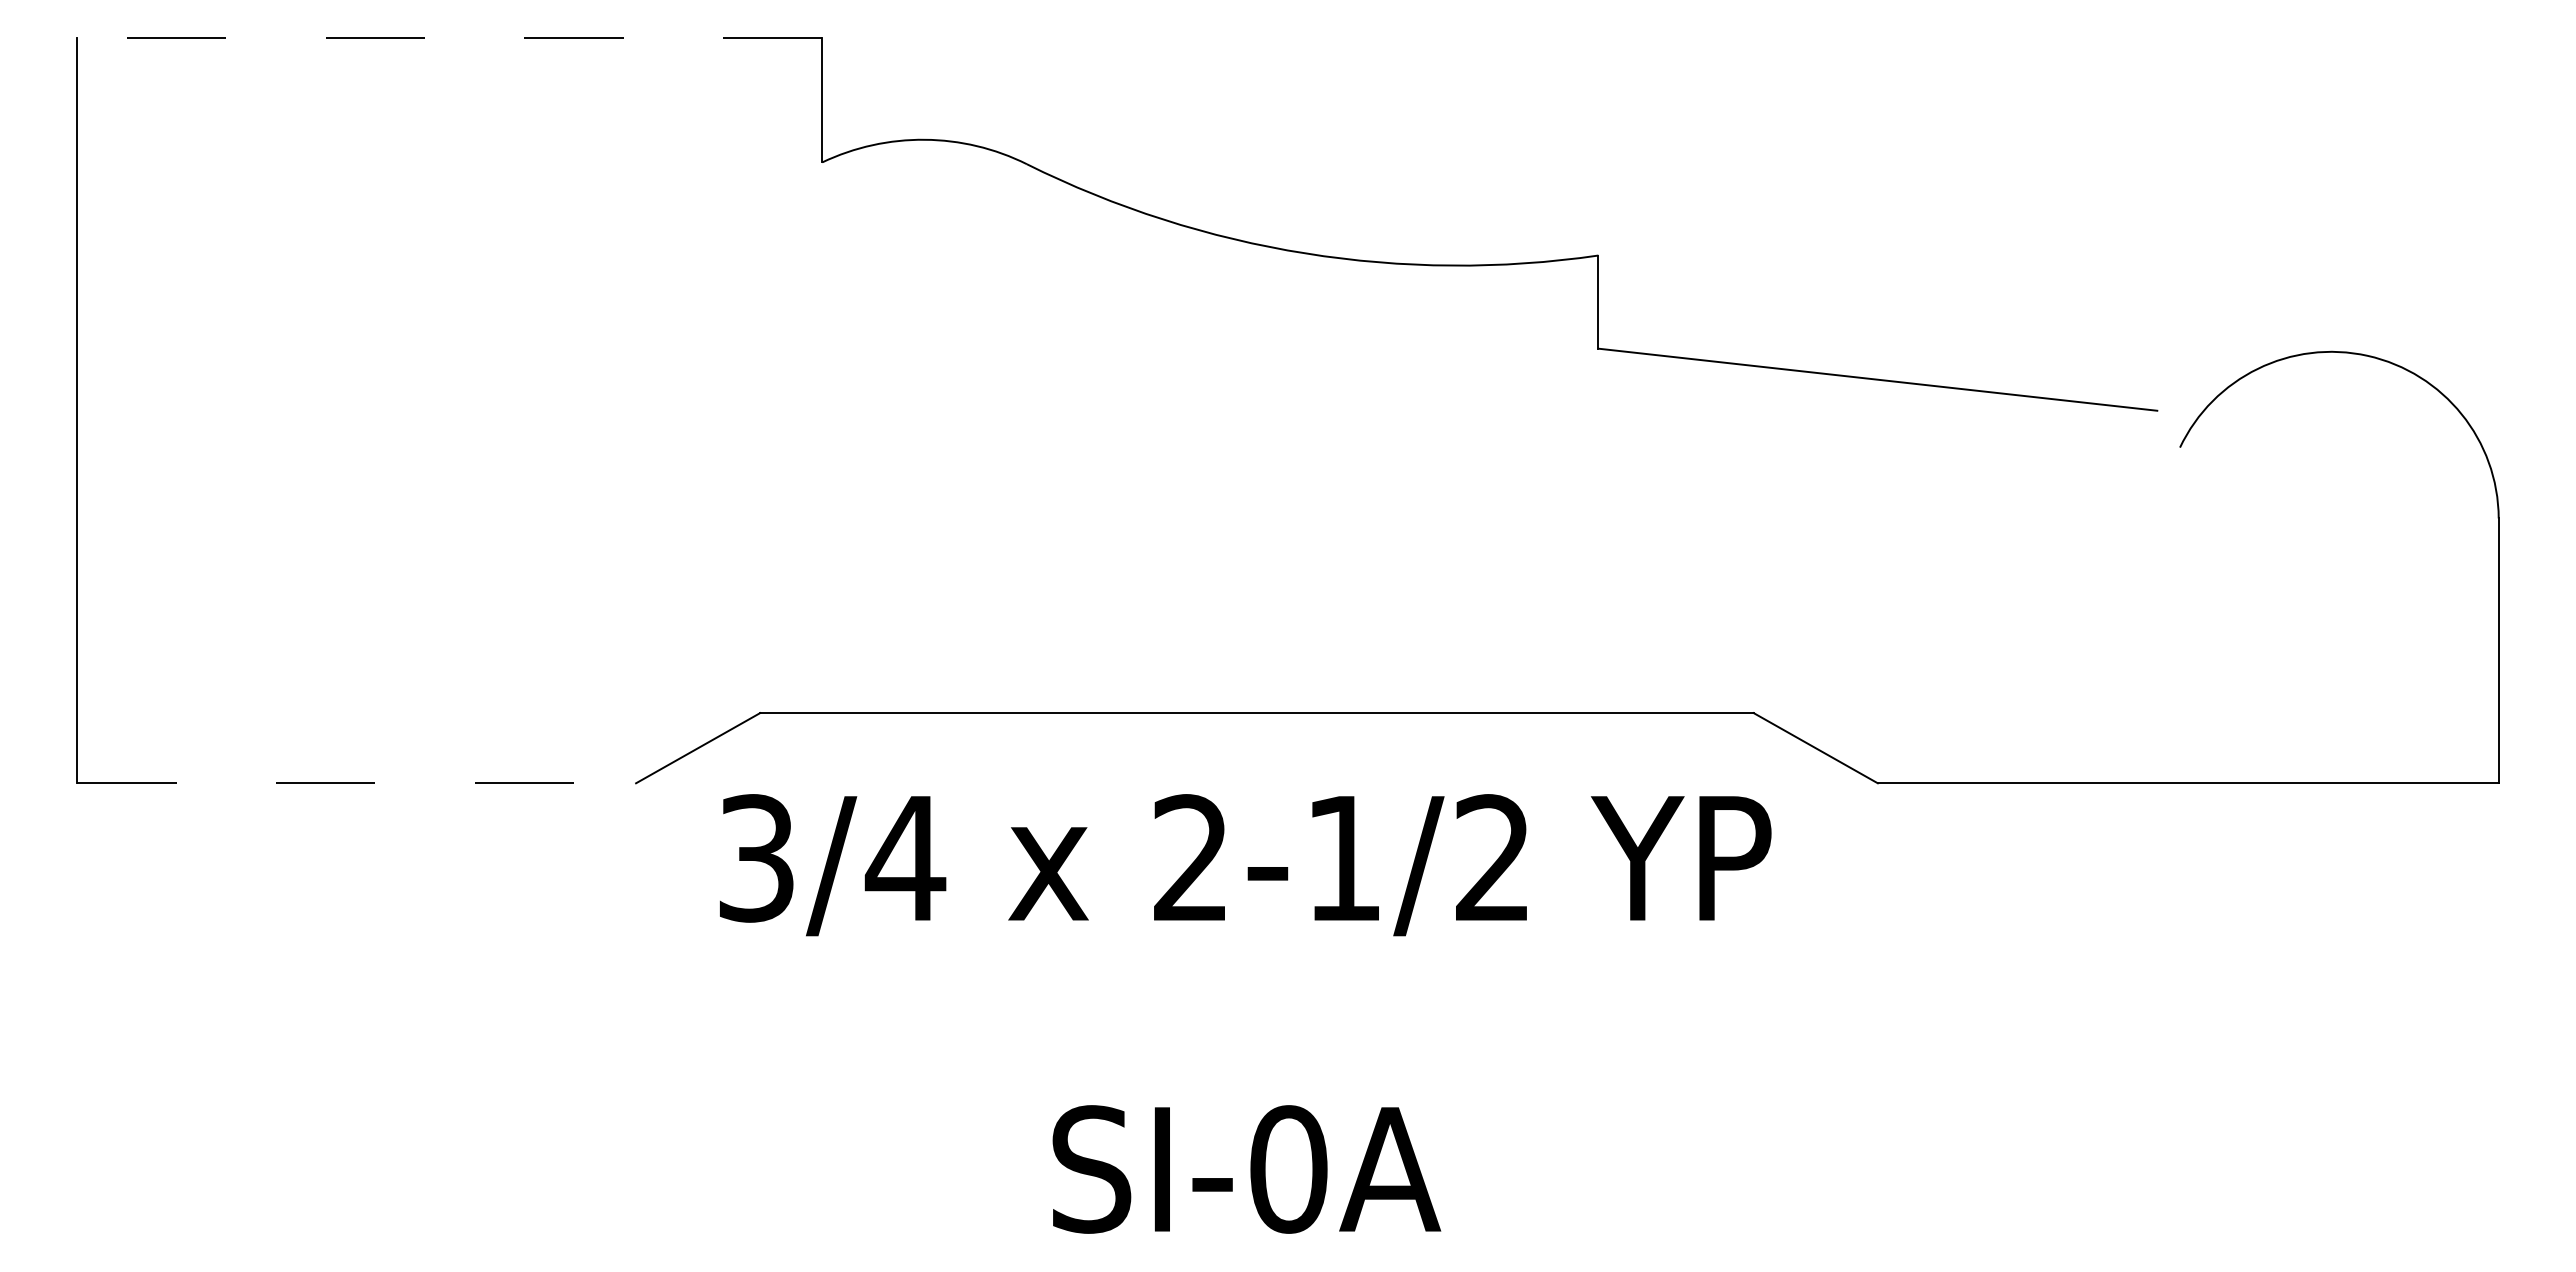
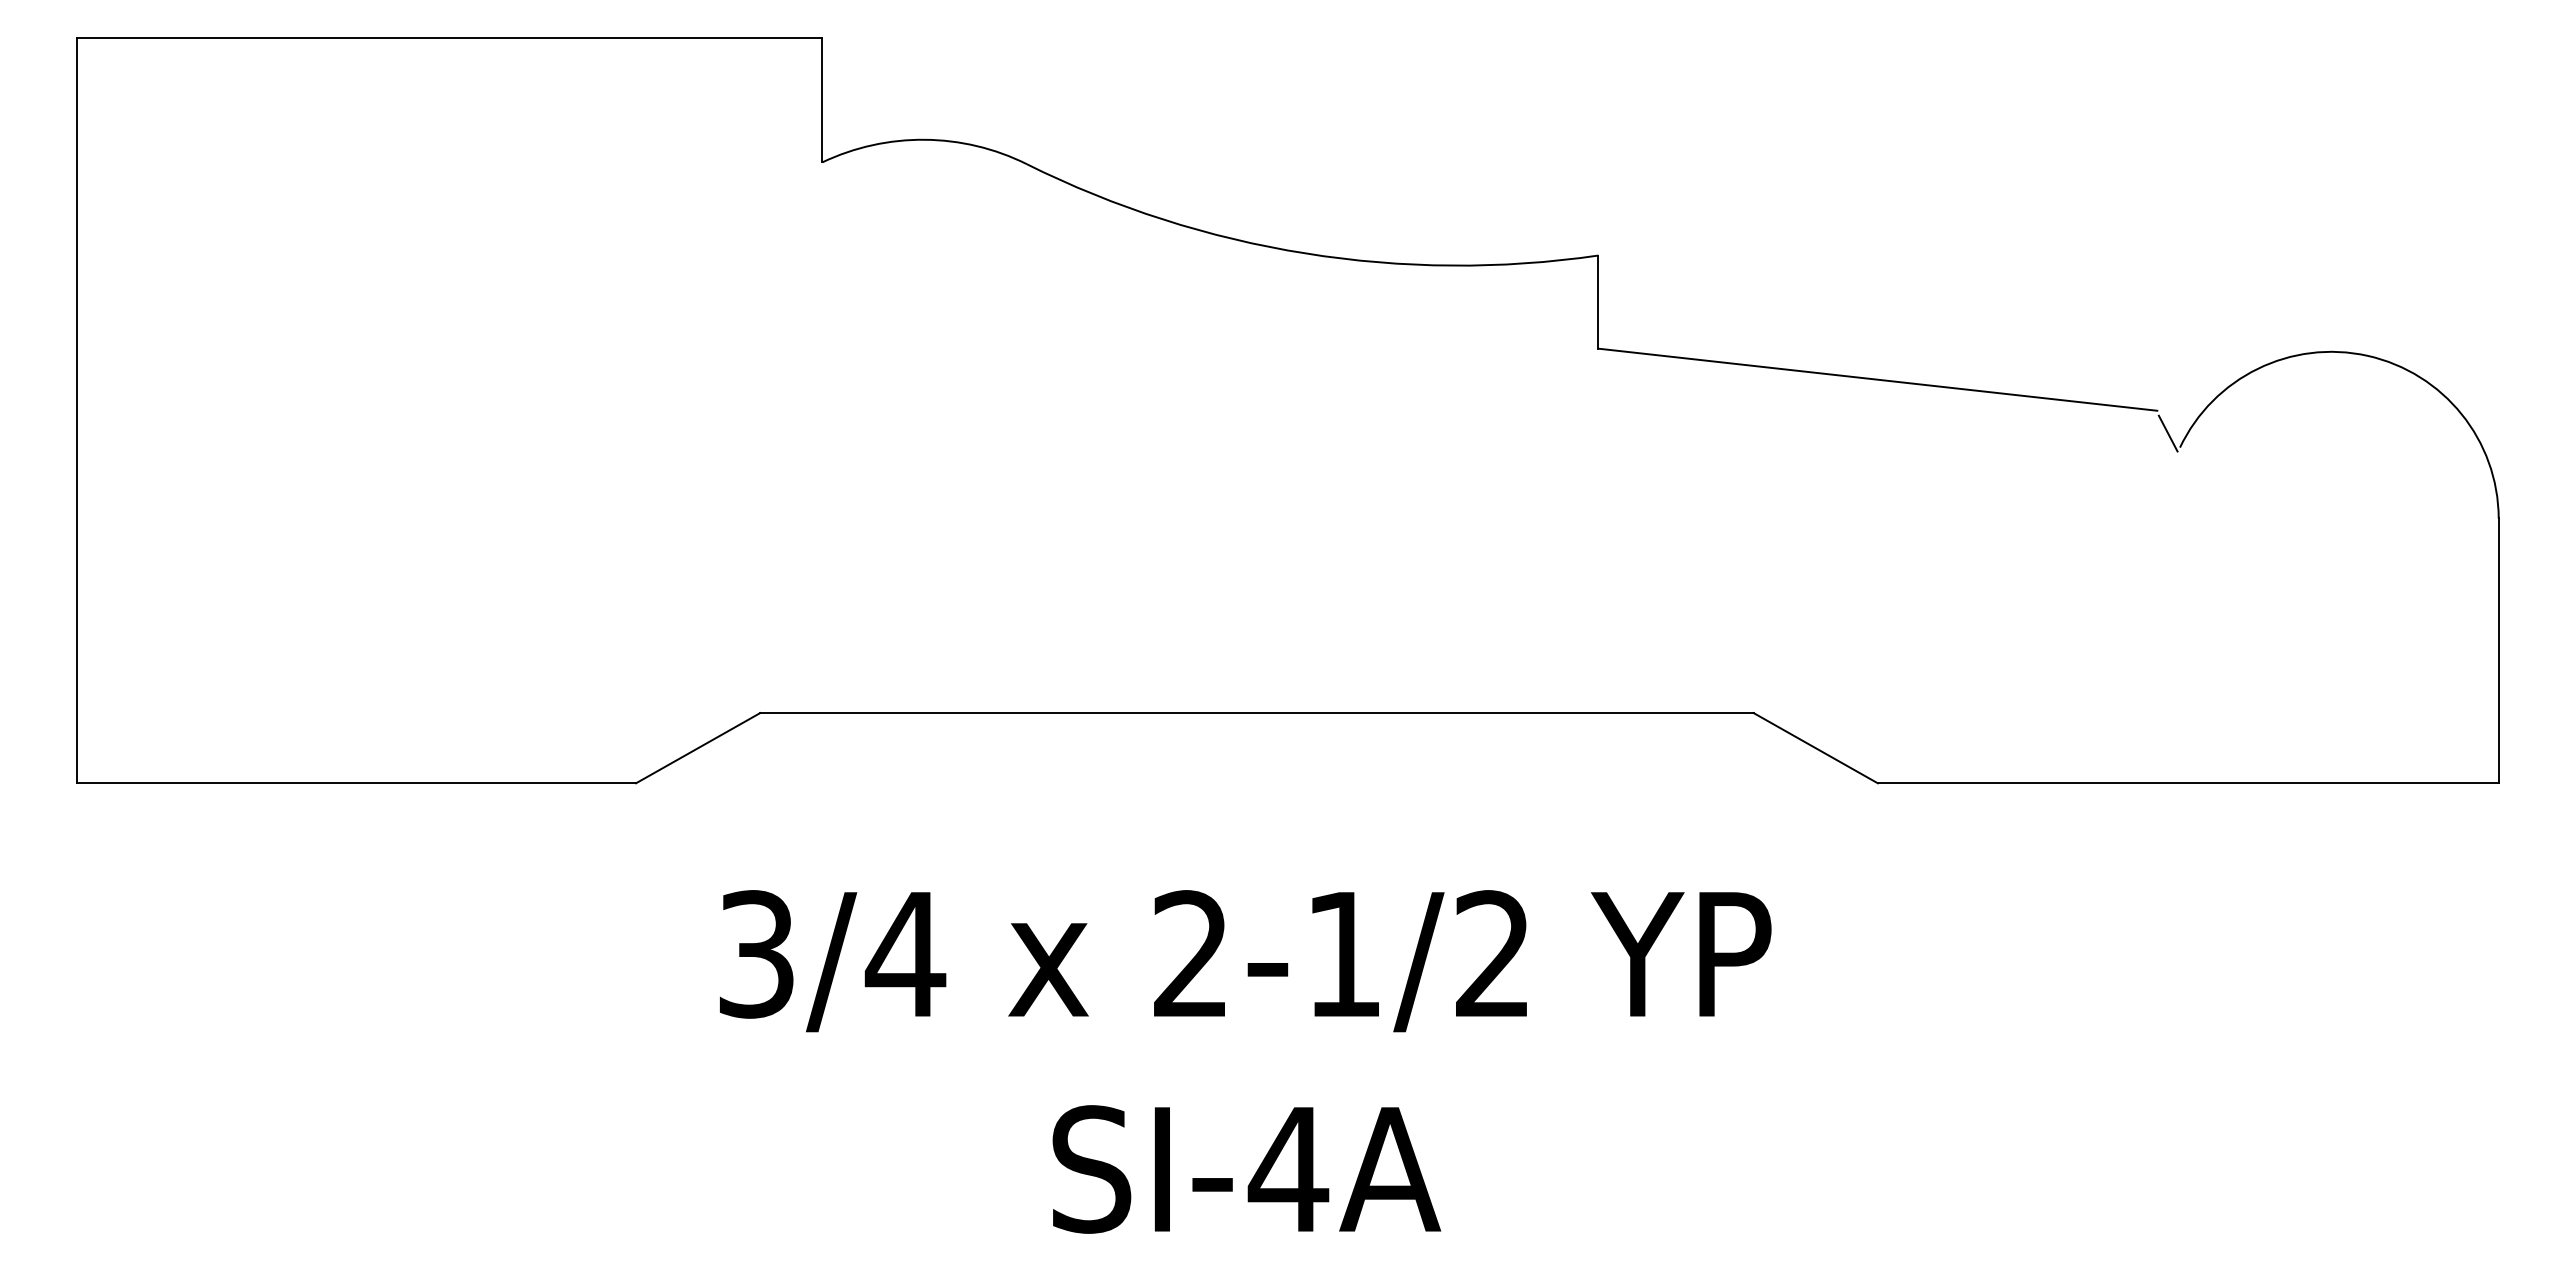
line at (449, 38): dashed -> solid
line at (2167, 433): none -> present
line at (357, 783): dashed -> solid
text at (1245, 865) position: (1245, 865) -> (1245, 961)
text at (1288, 1169): SI-0A -> SI-4A
